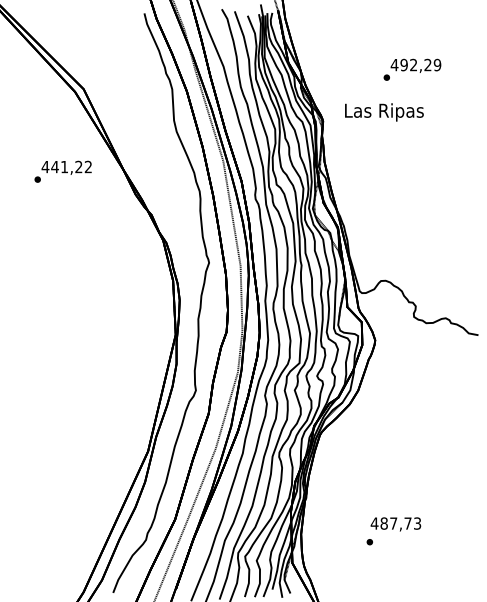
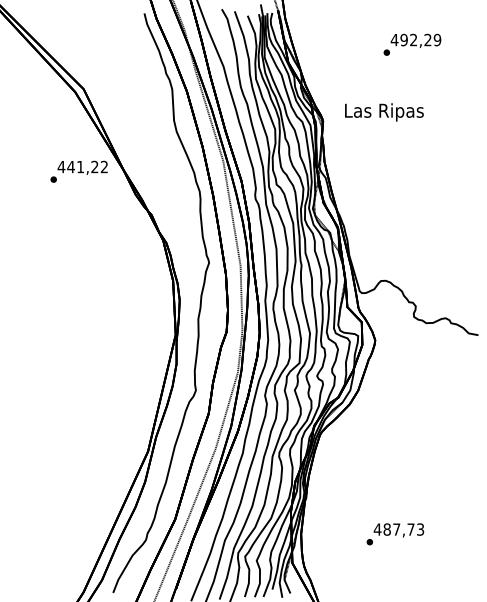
text at (412, 69) position: (412, 69) -> (412, 44)
text at (62, 171) position: (62, 171) -> (78, 171)
text at (395, 524) position: (395, 524) -> (398, 530)
